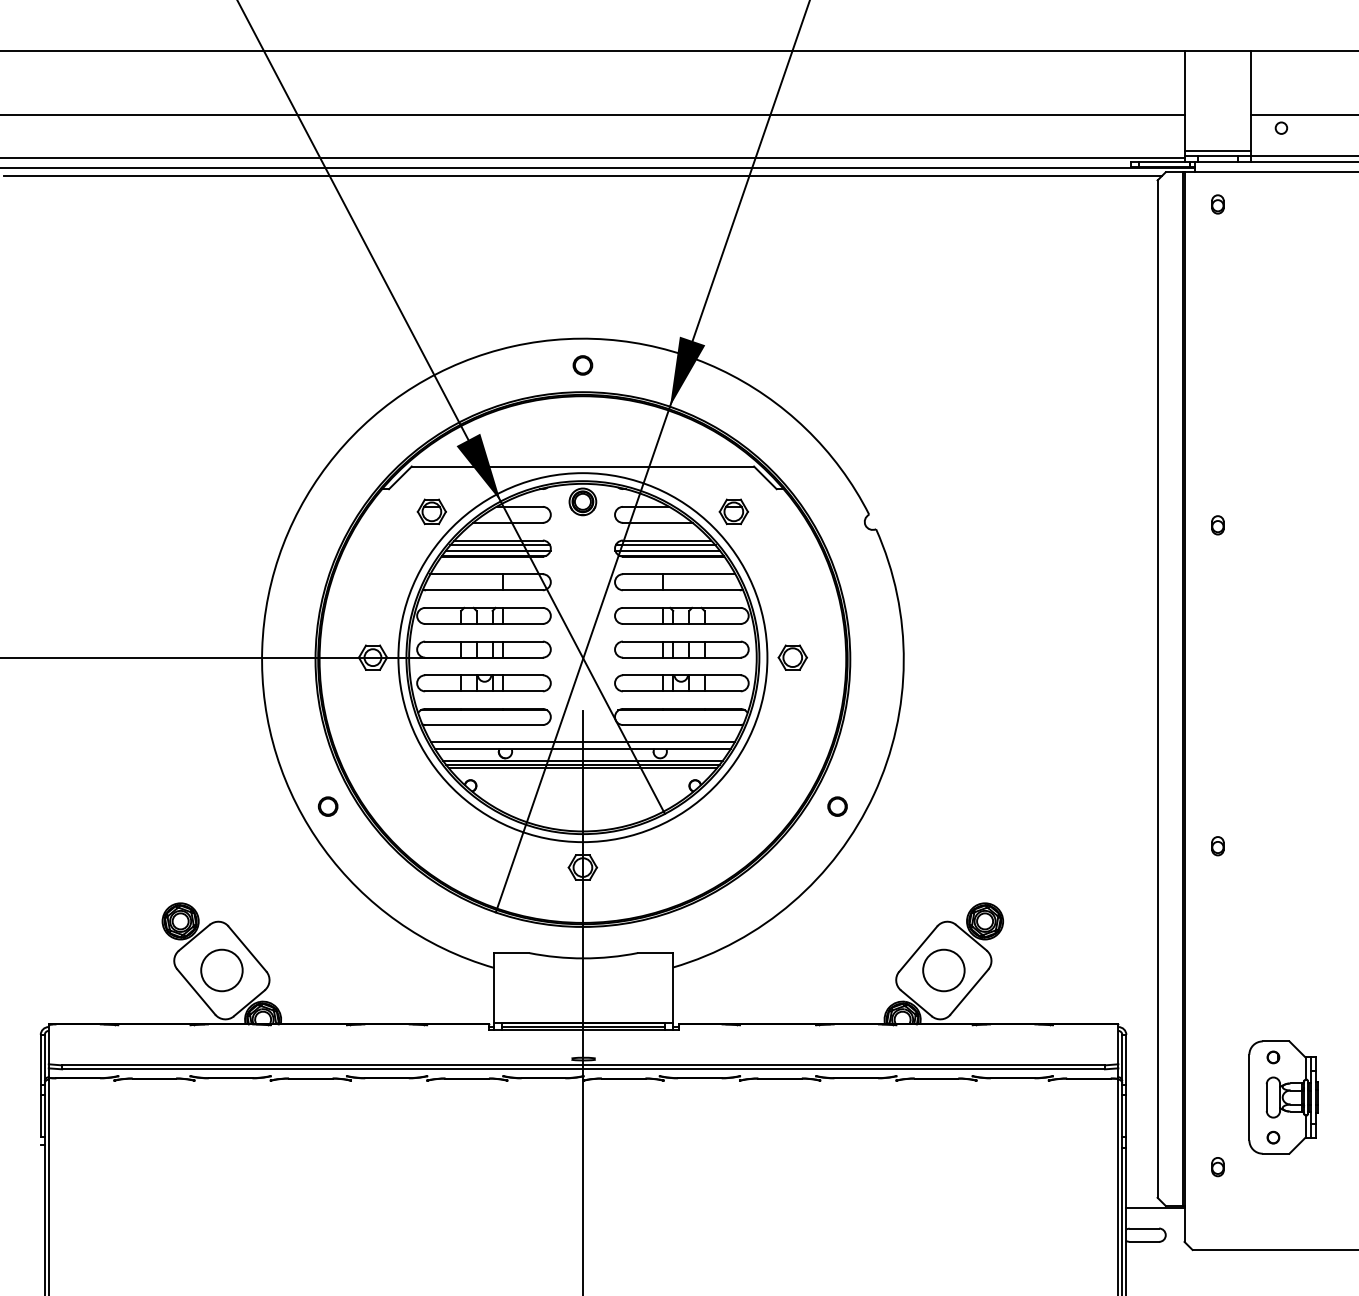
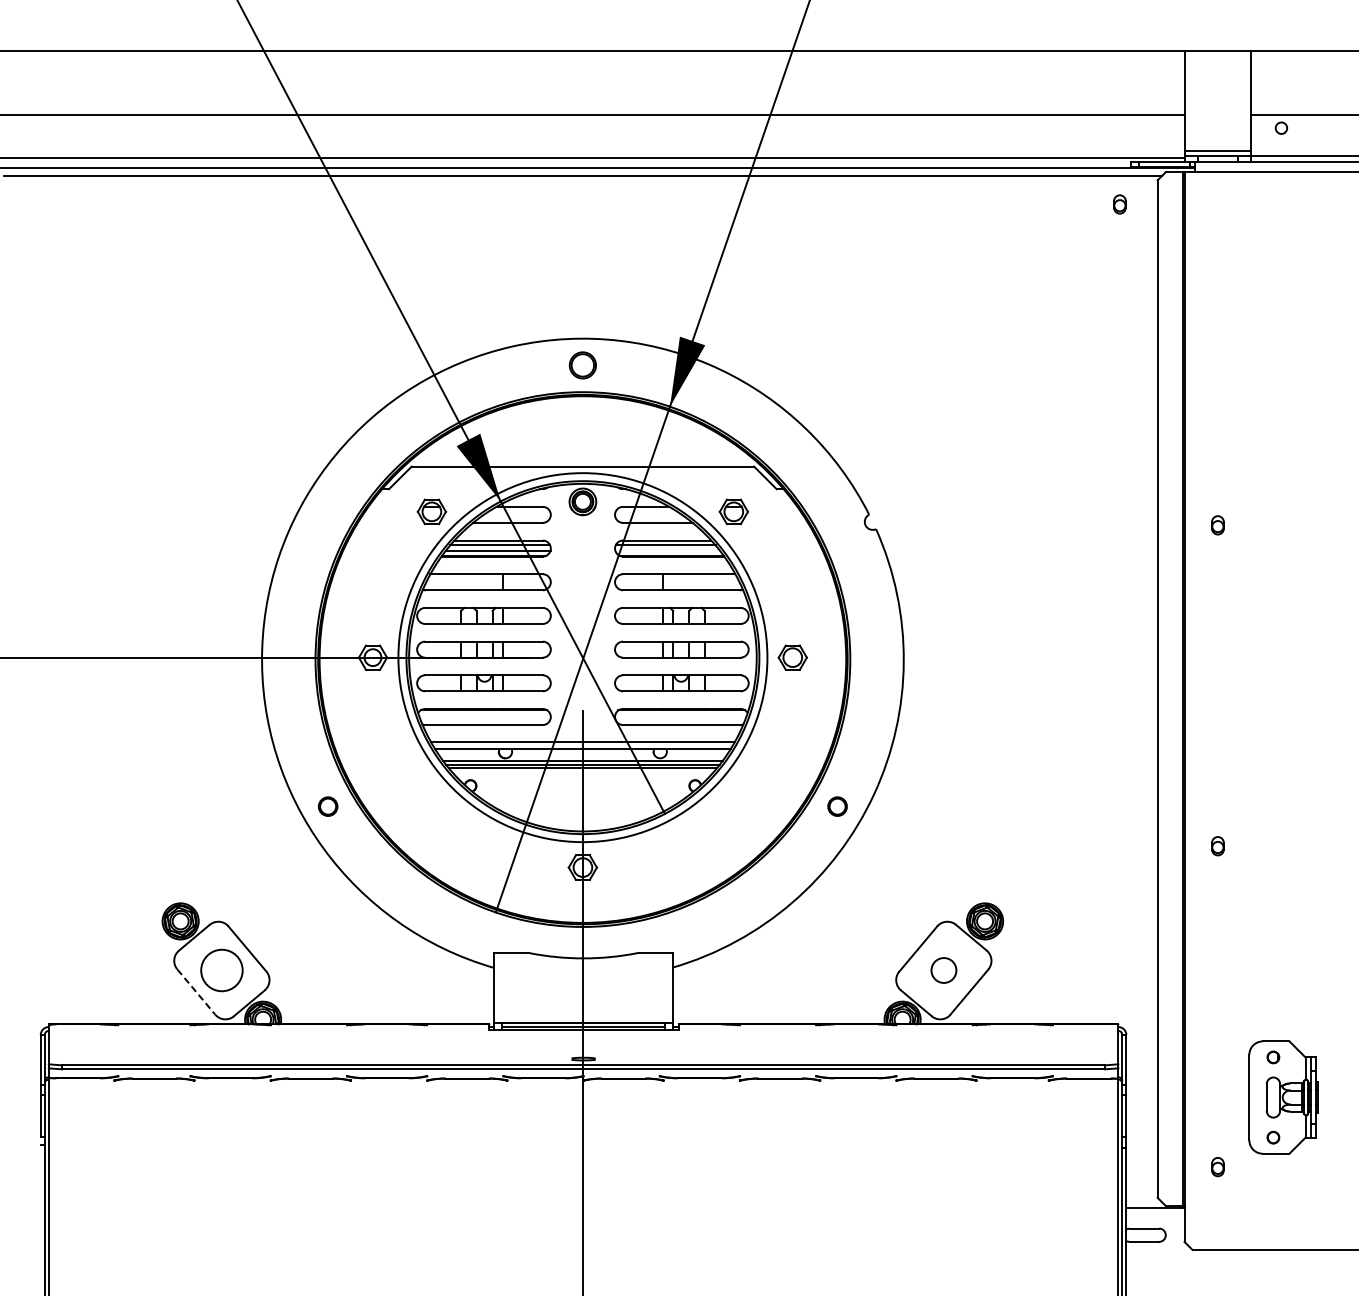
part at (1217, 204) position: (1217, 204) -> (1119, 204)
part at (582, 365) size: 22x21 px -> 29x29 px
line at (667, 550): present -> none
circle at (943, 970) size: 44x45 px -> 28x27 px
line at (196, 992): solid -> dashed
